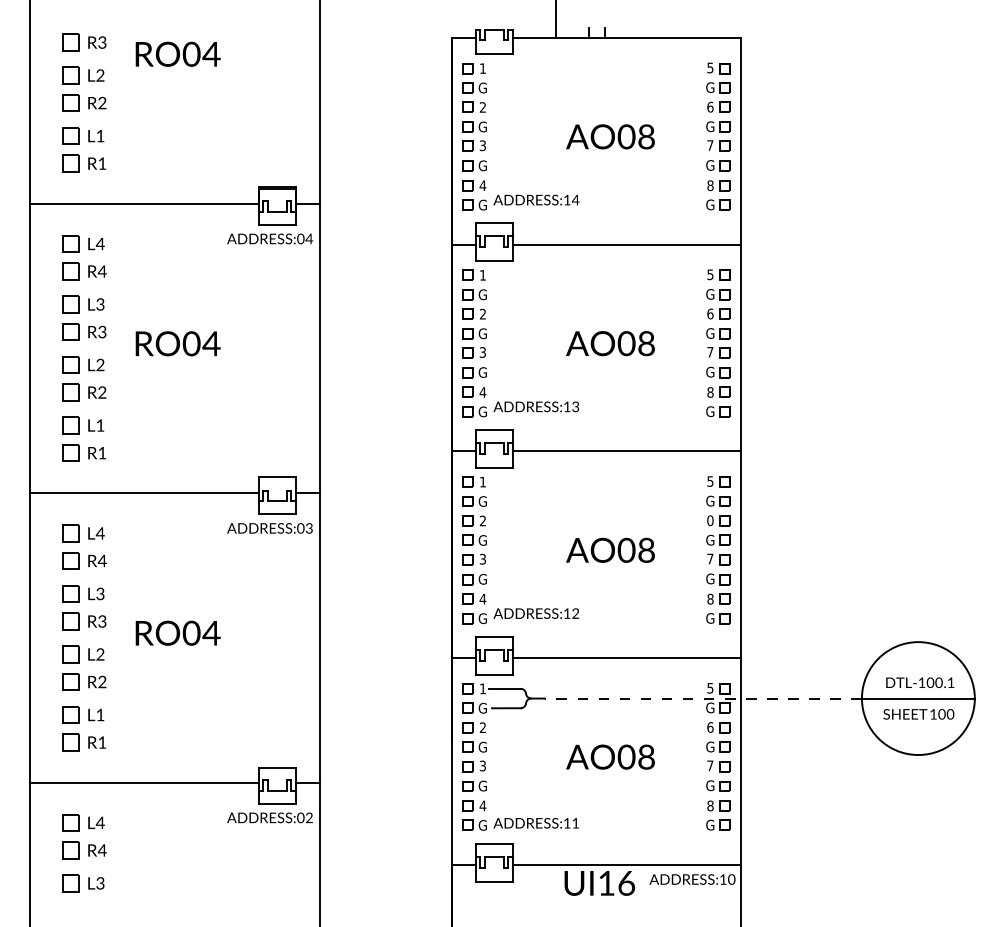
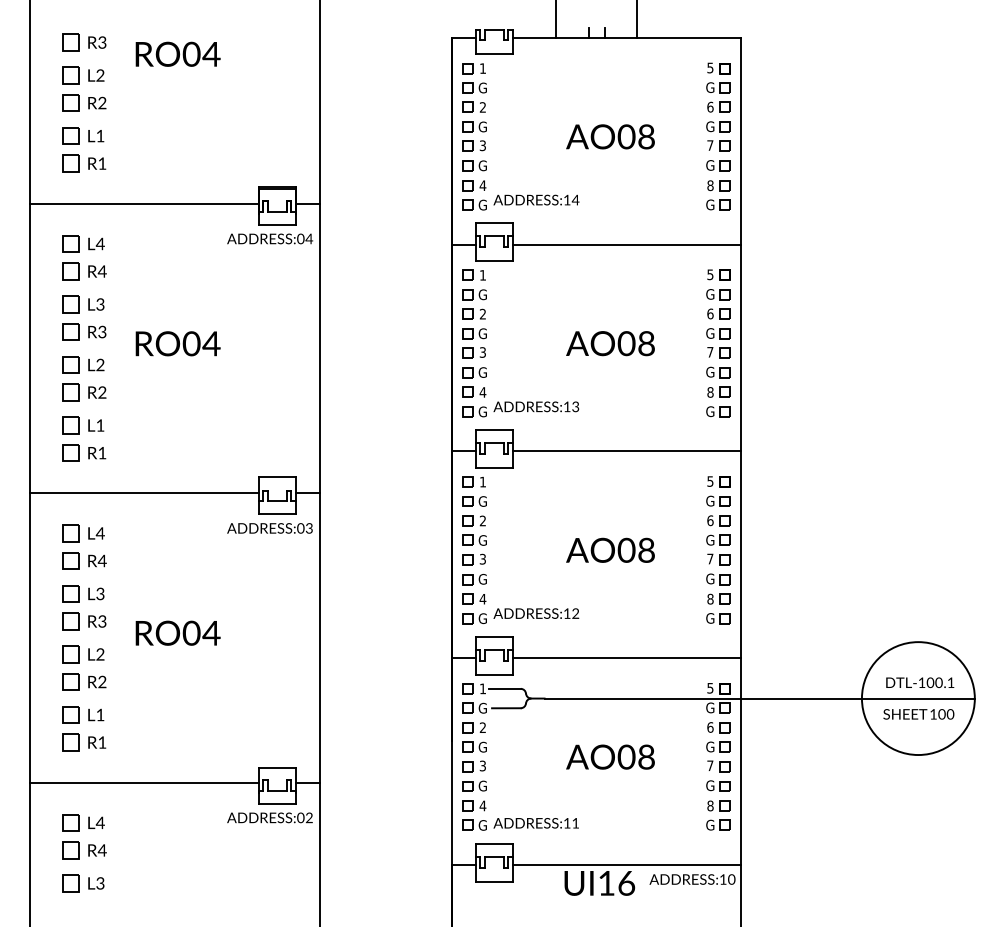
line at (637, 19): none -> present
text at (710, 520): 0 -> 6
line at (703, 698): dashed -> solid
